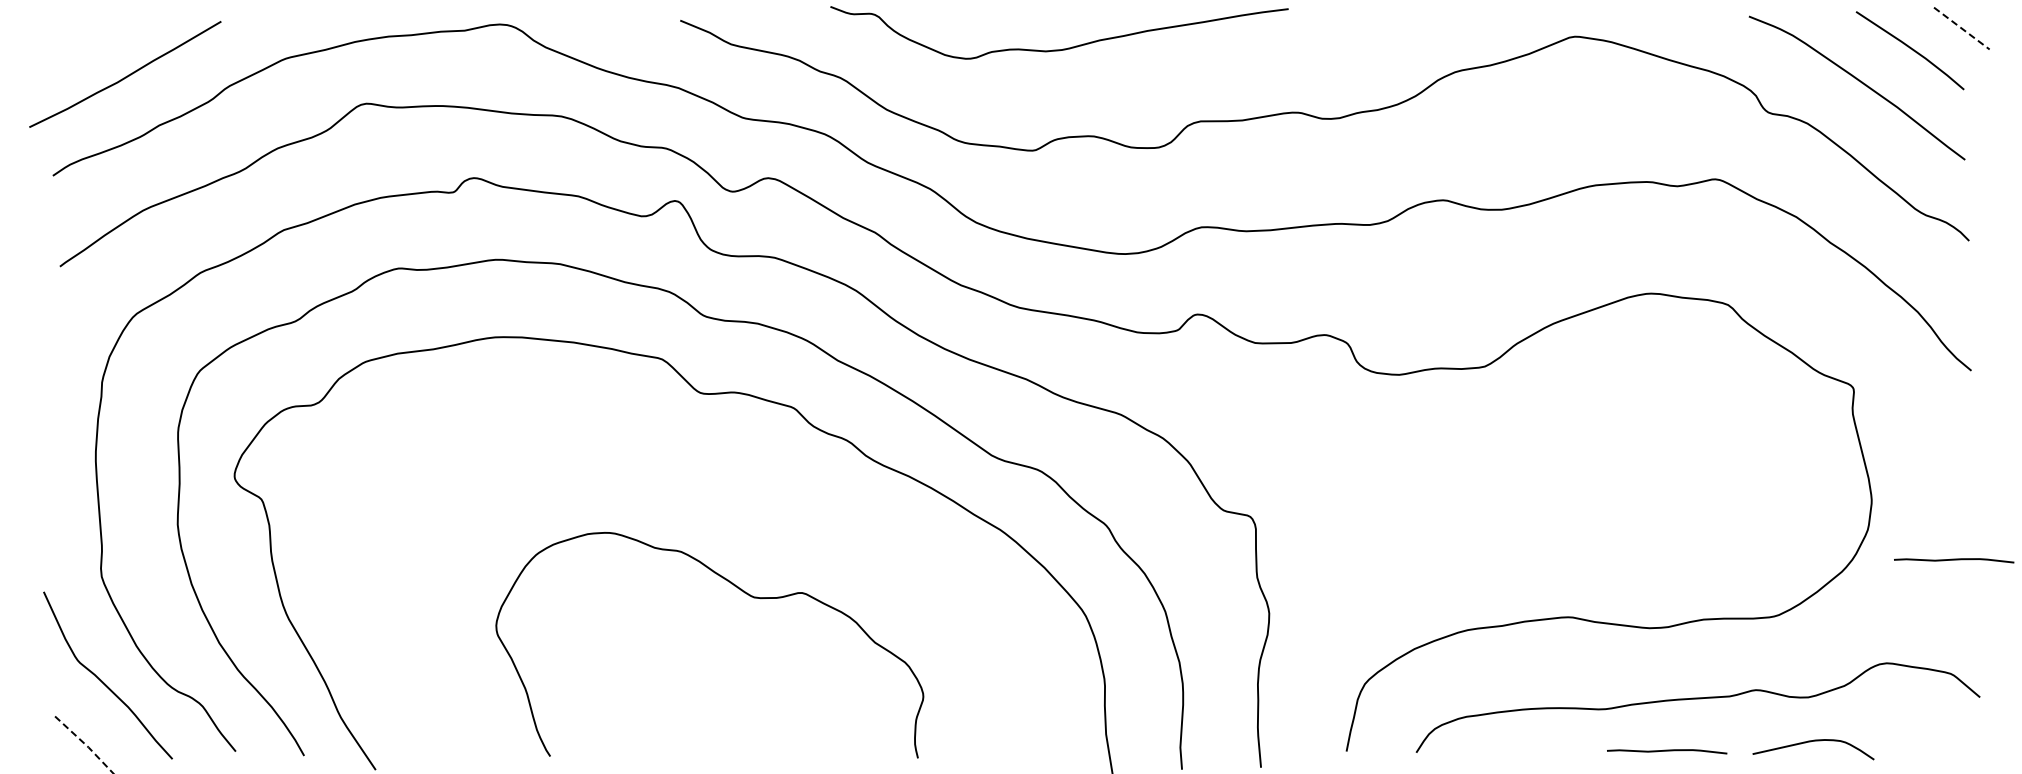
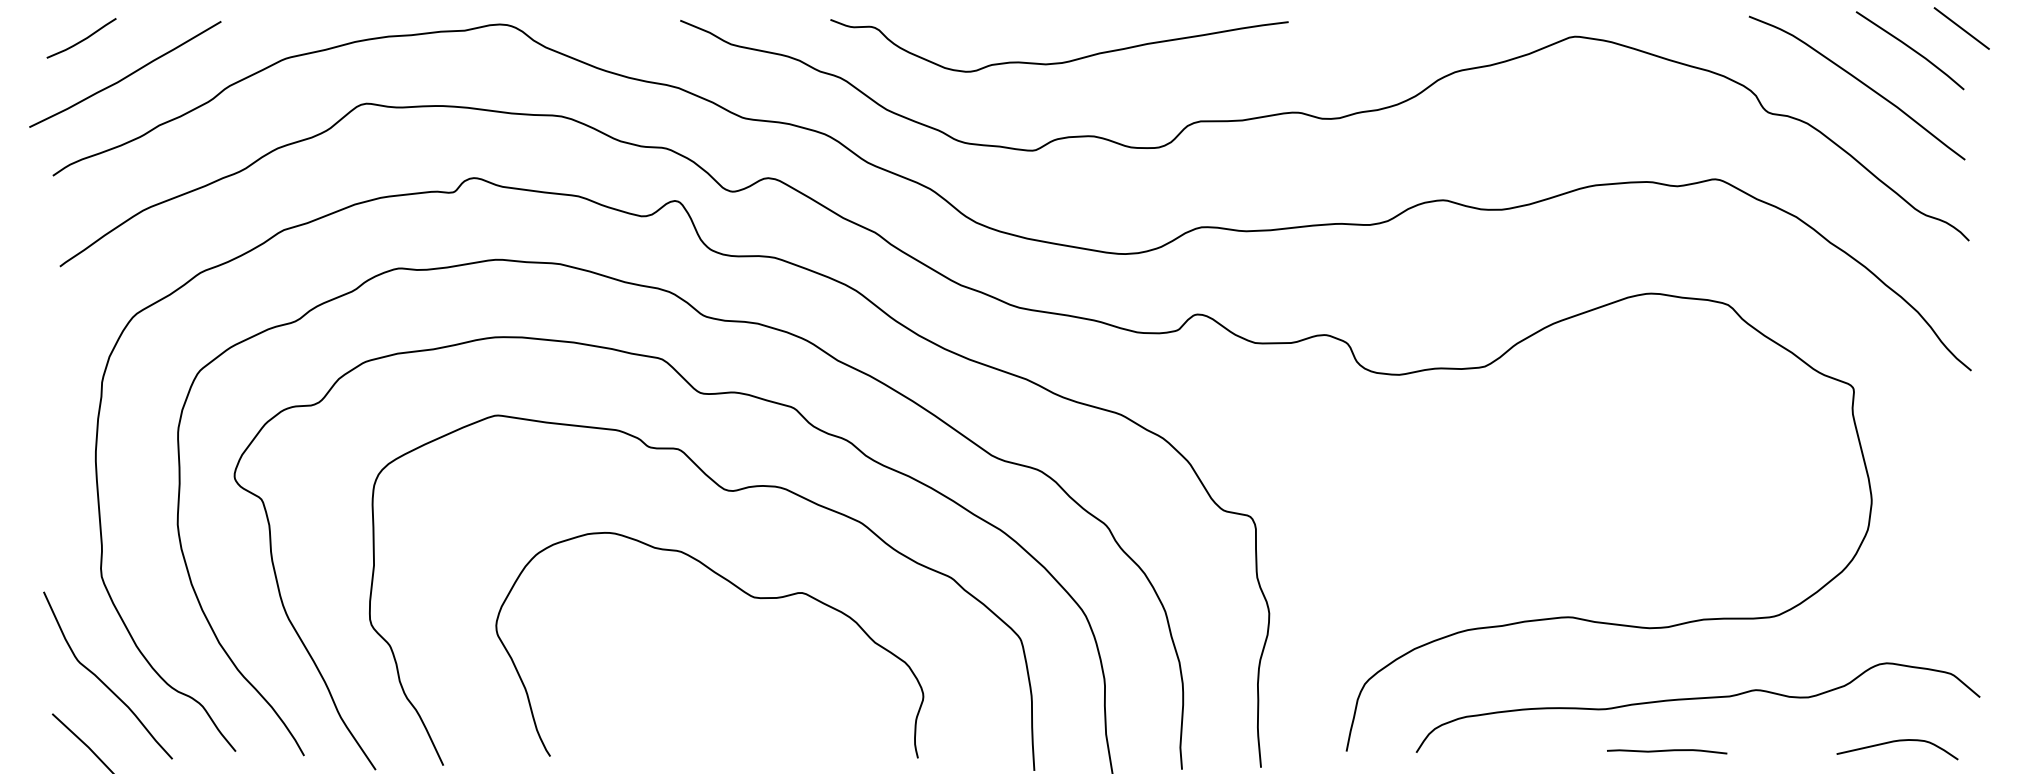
line at (1961, 28): dashed -> solid
curve at (82, 39): none -> present
curve at (1063, 48) position: (1063, 48) -> (1063, 61)
curve at (727, 491): none -> present
curve at (1954, 560): present -> none
curve at (1810, 742) position: (1810, 742) -> (1894, 742)
line at (84, 743): dashed -> solid
